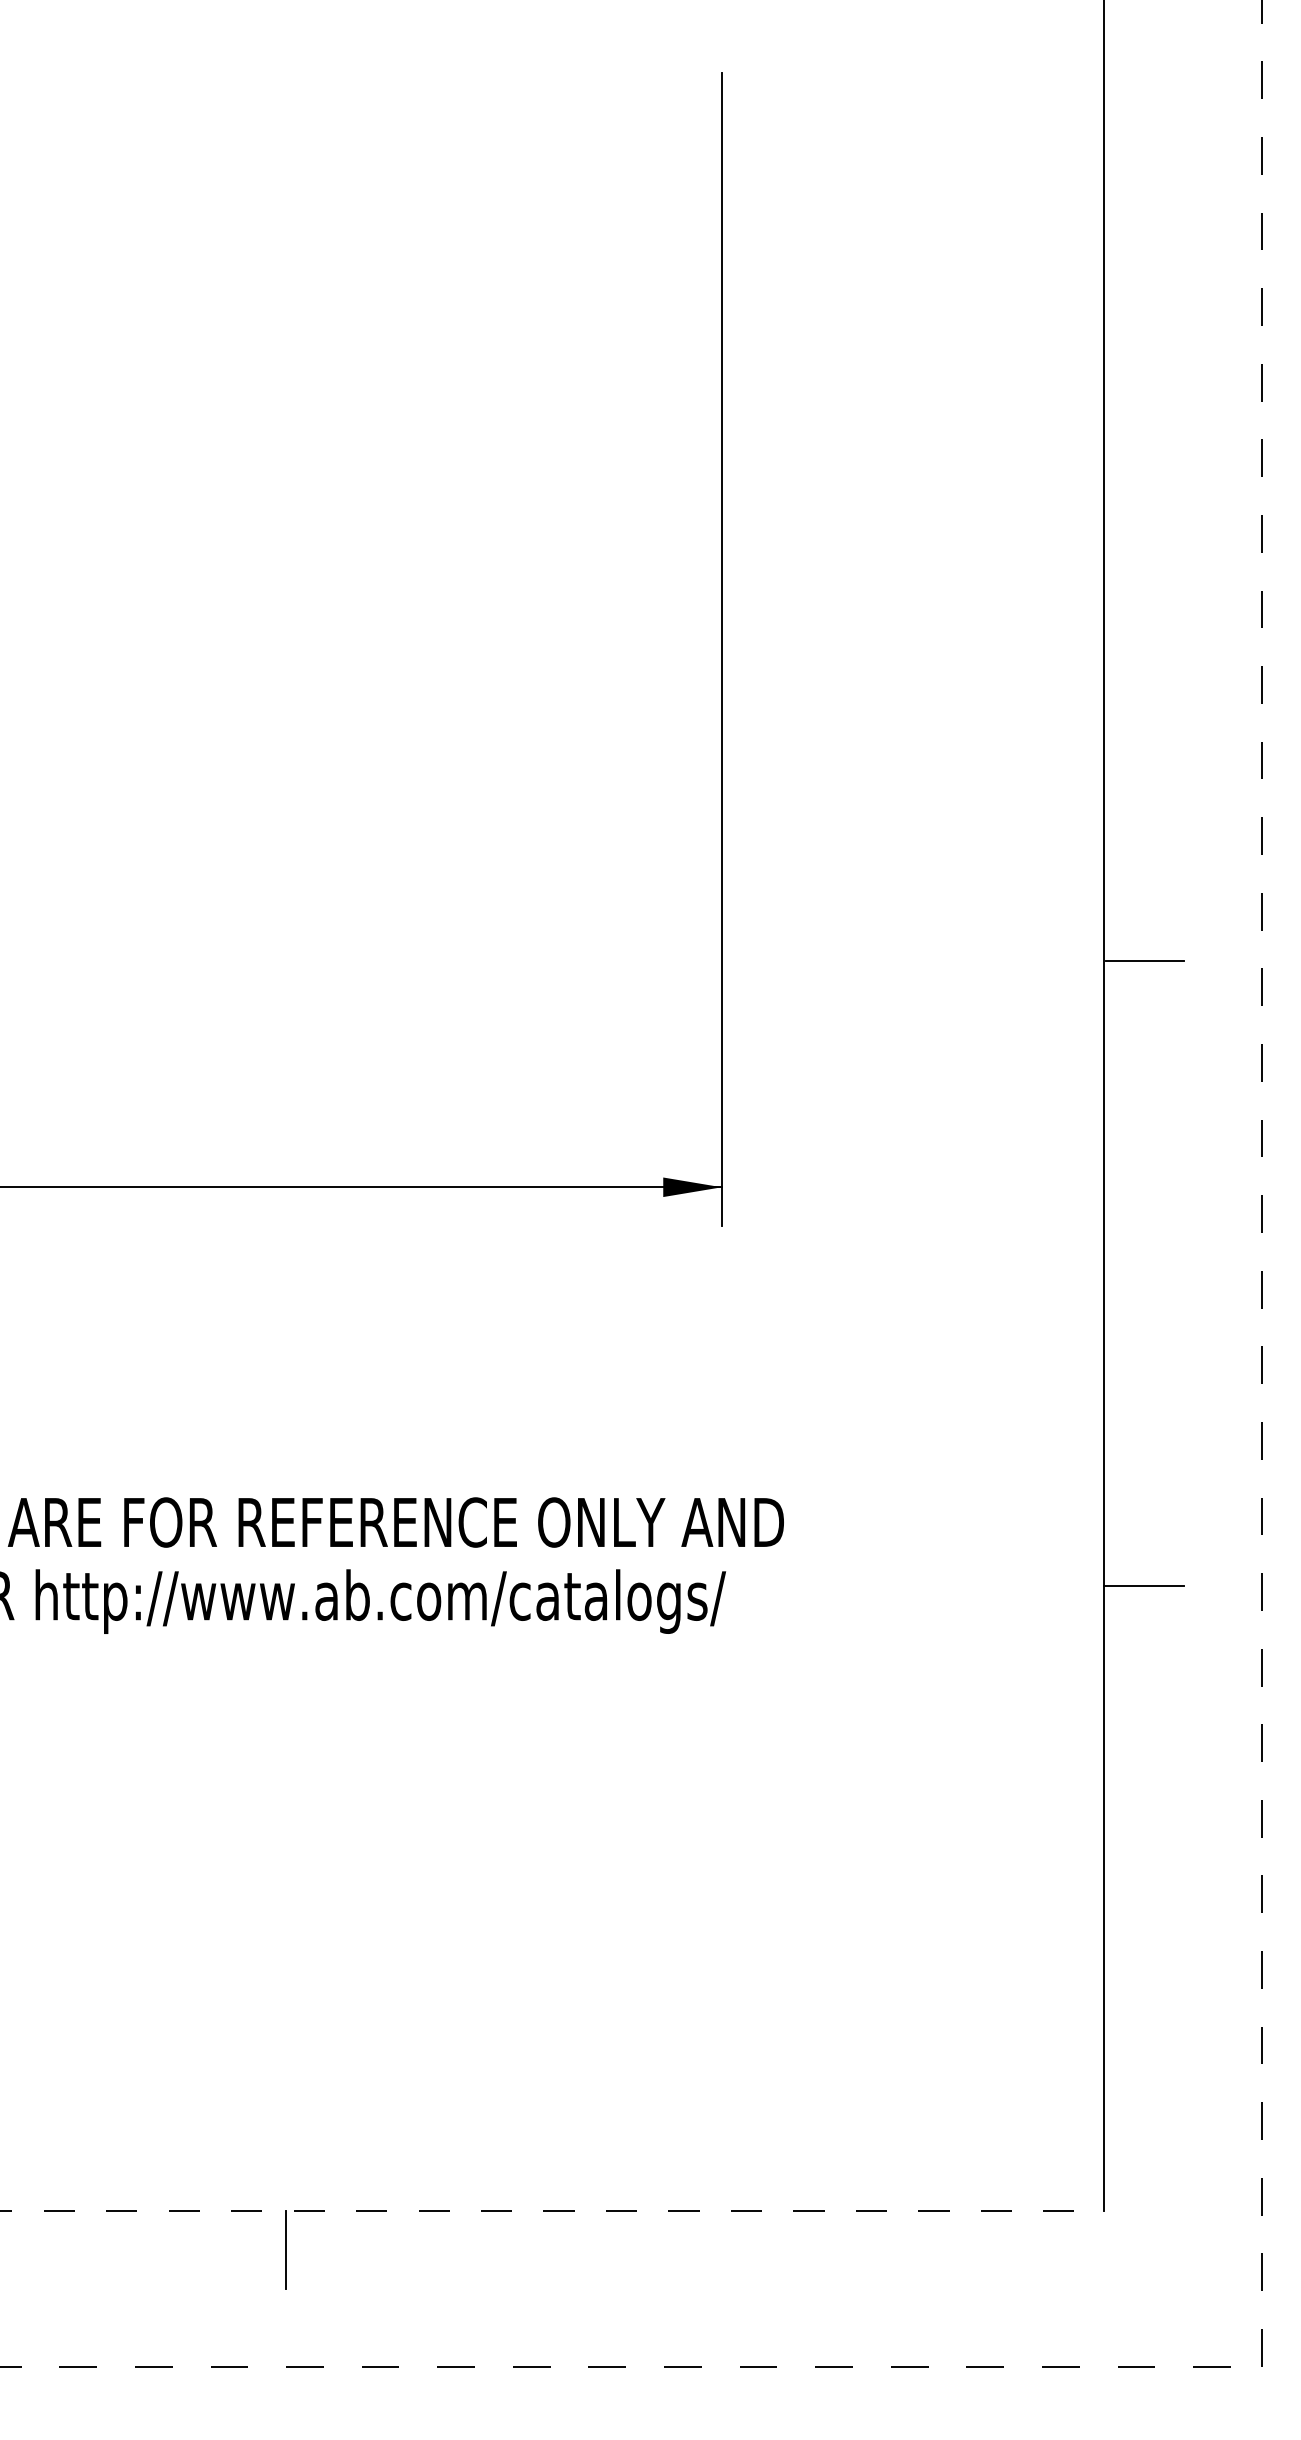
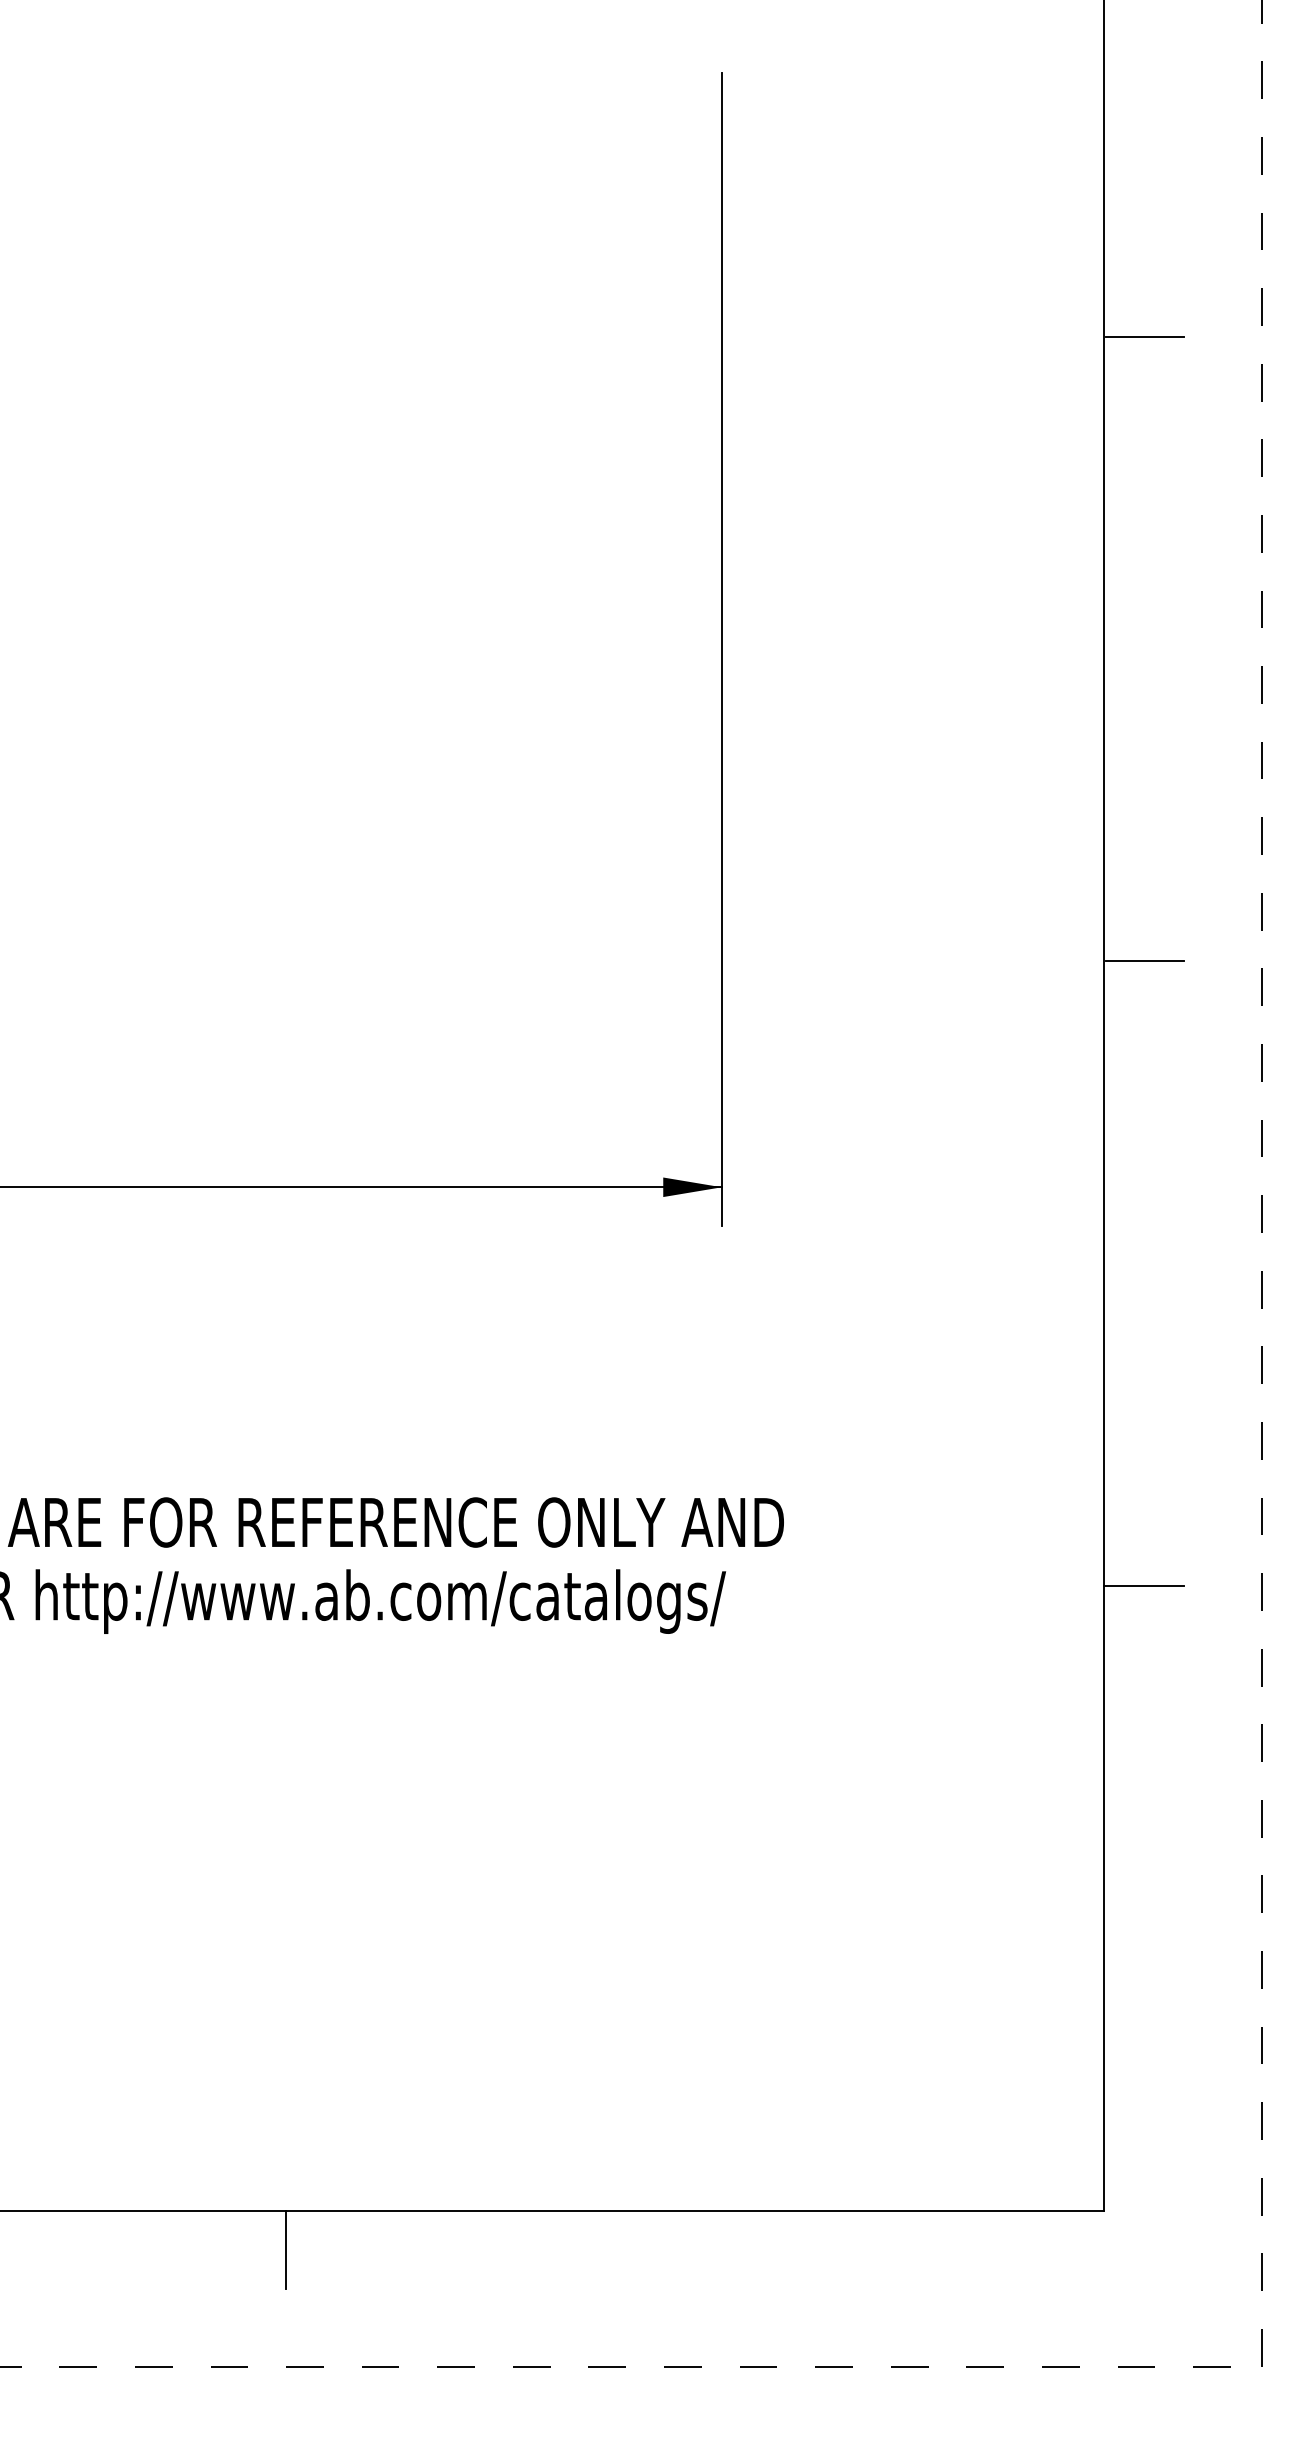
line at (1144, 336): none -> present
line at (552, 2210): dashed -> solid
